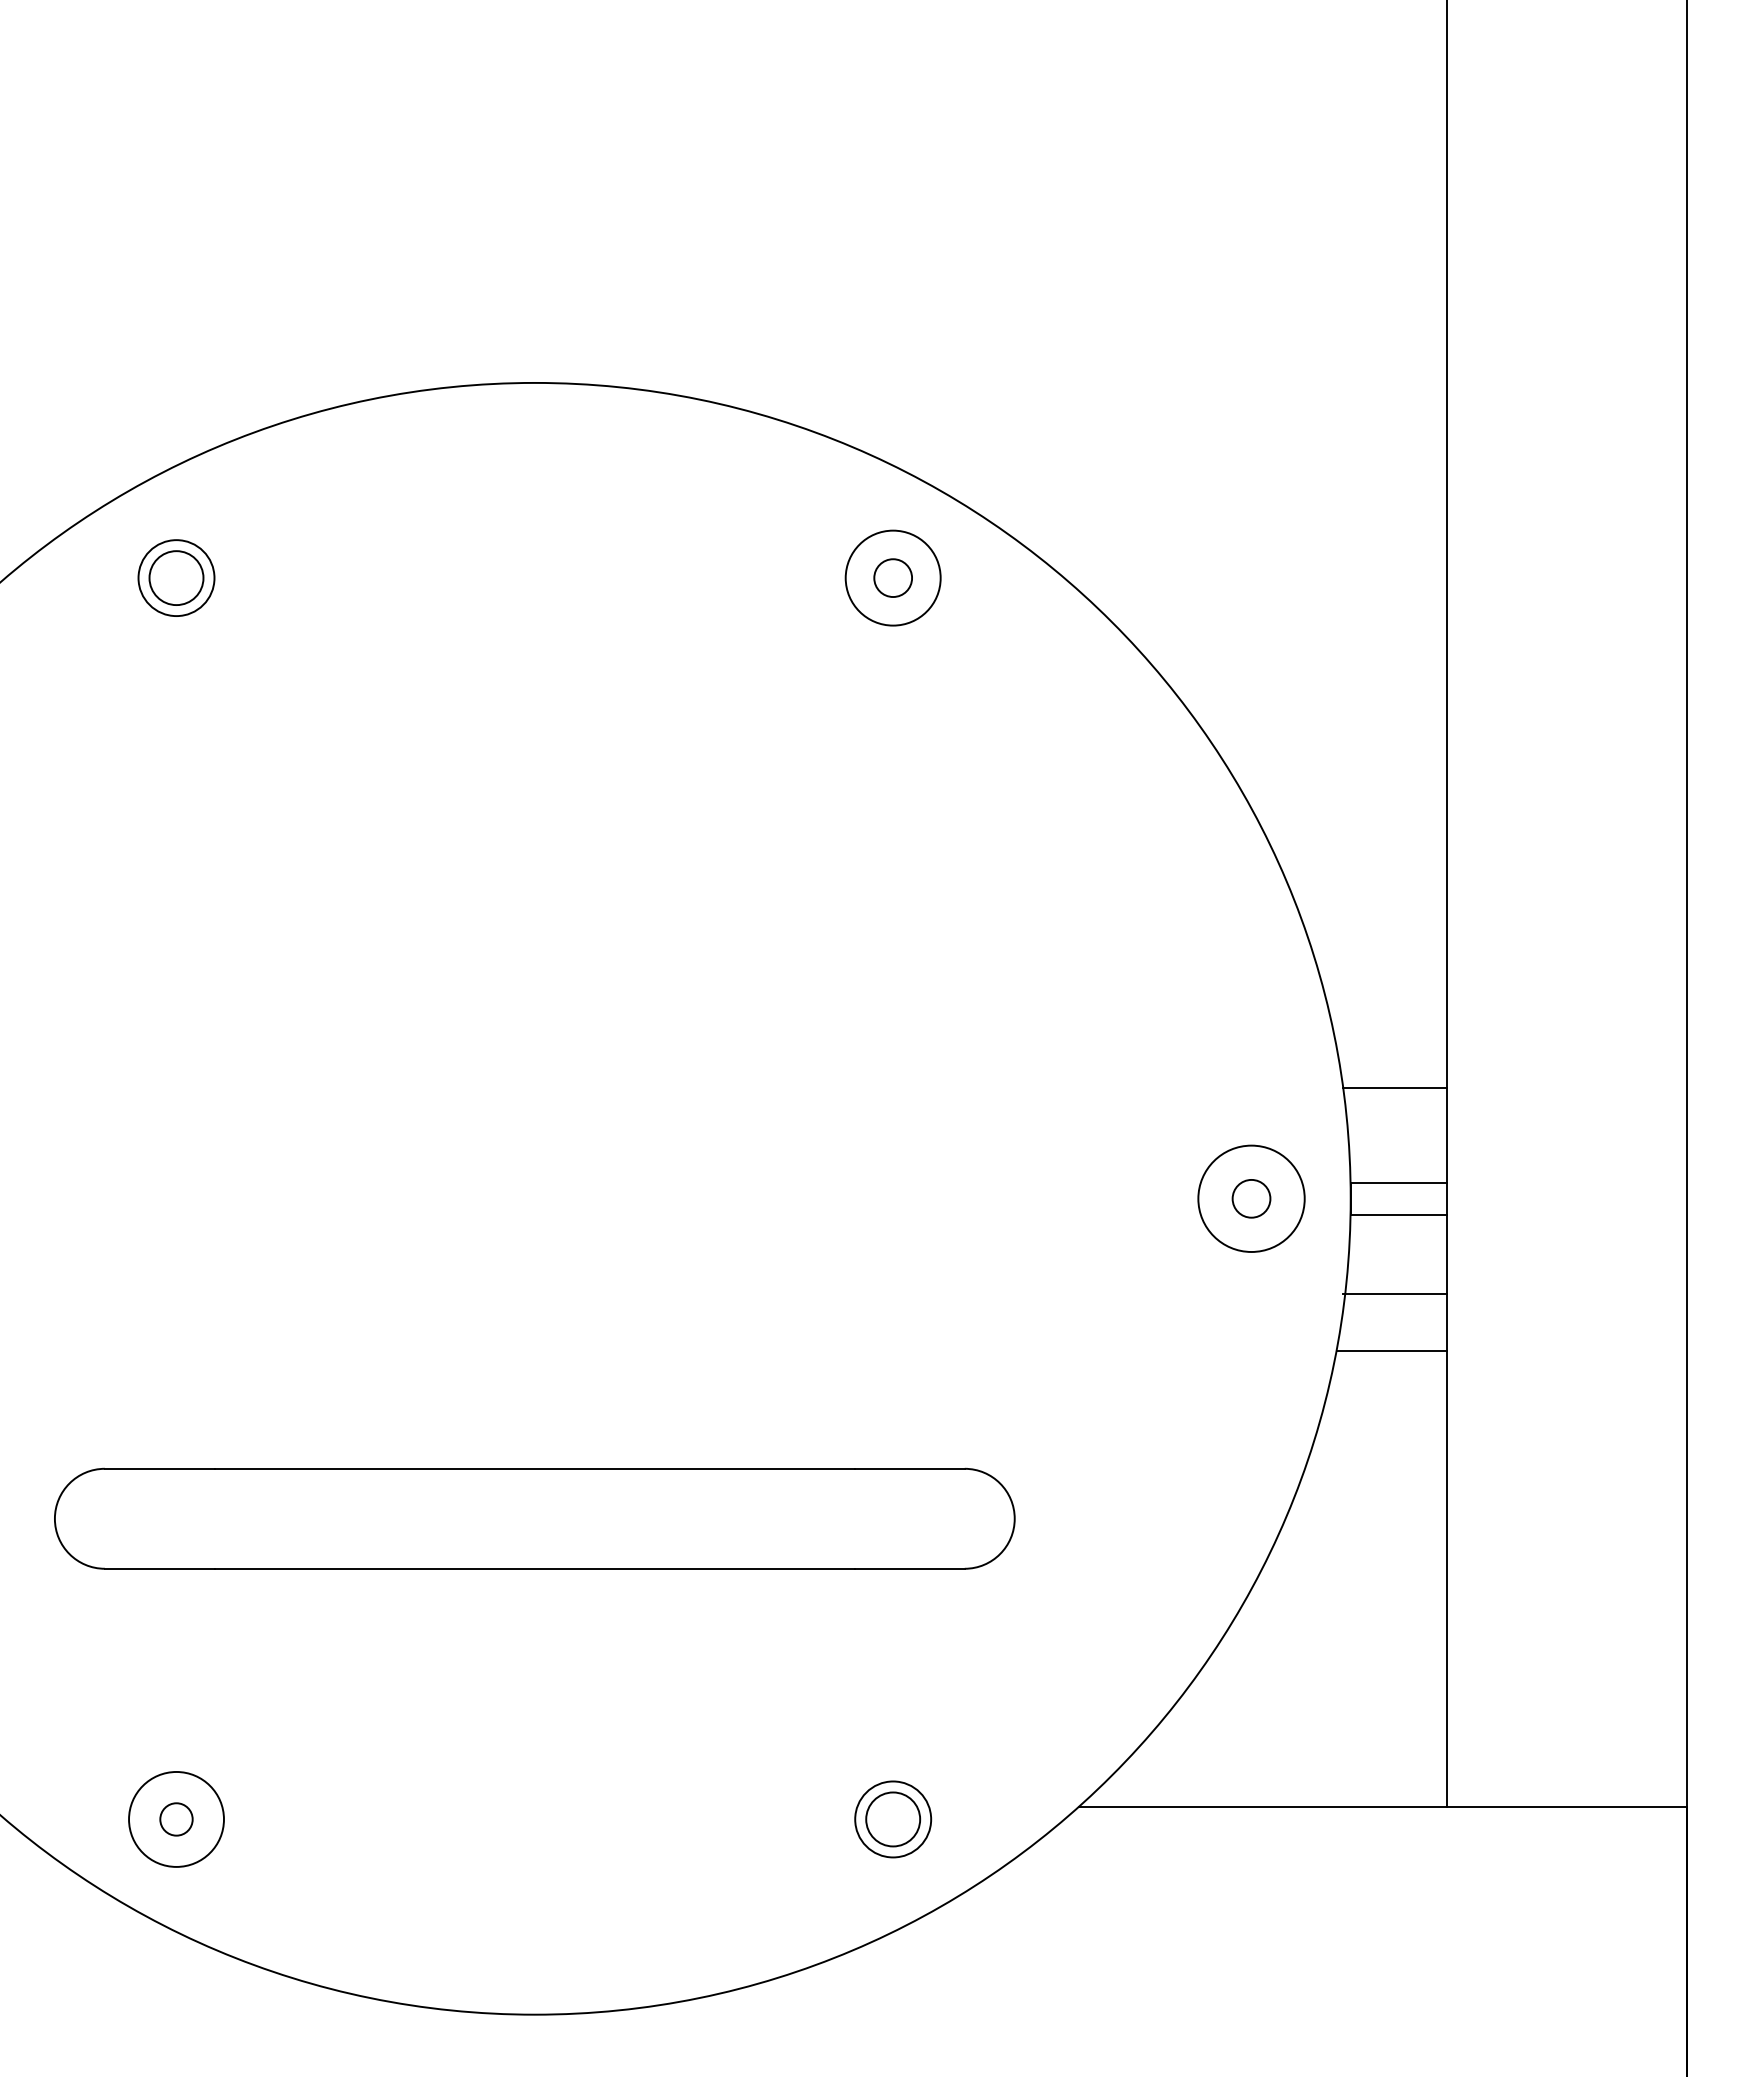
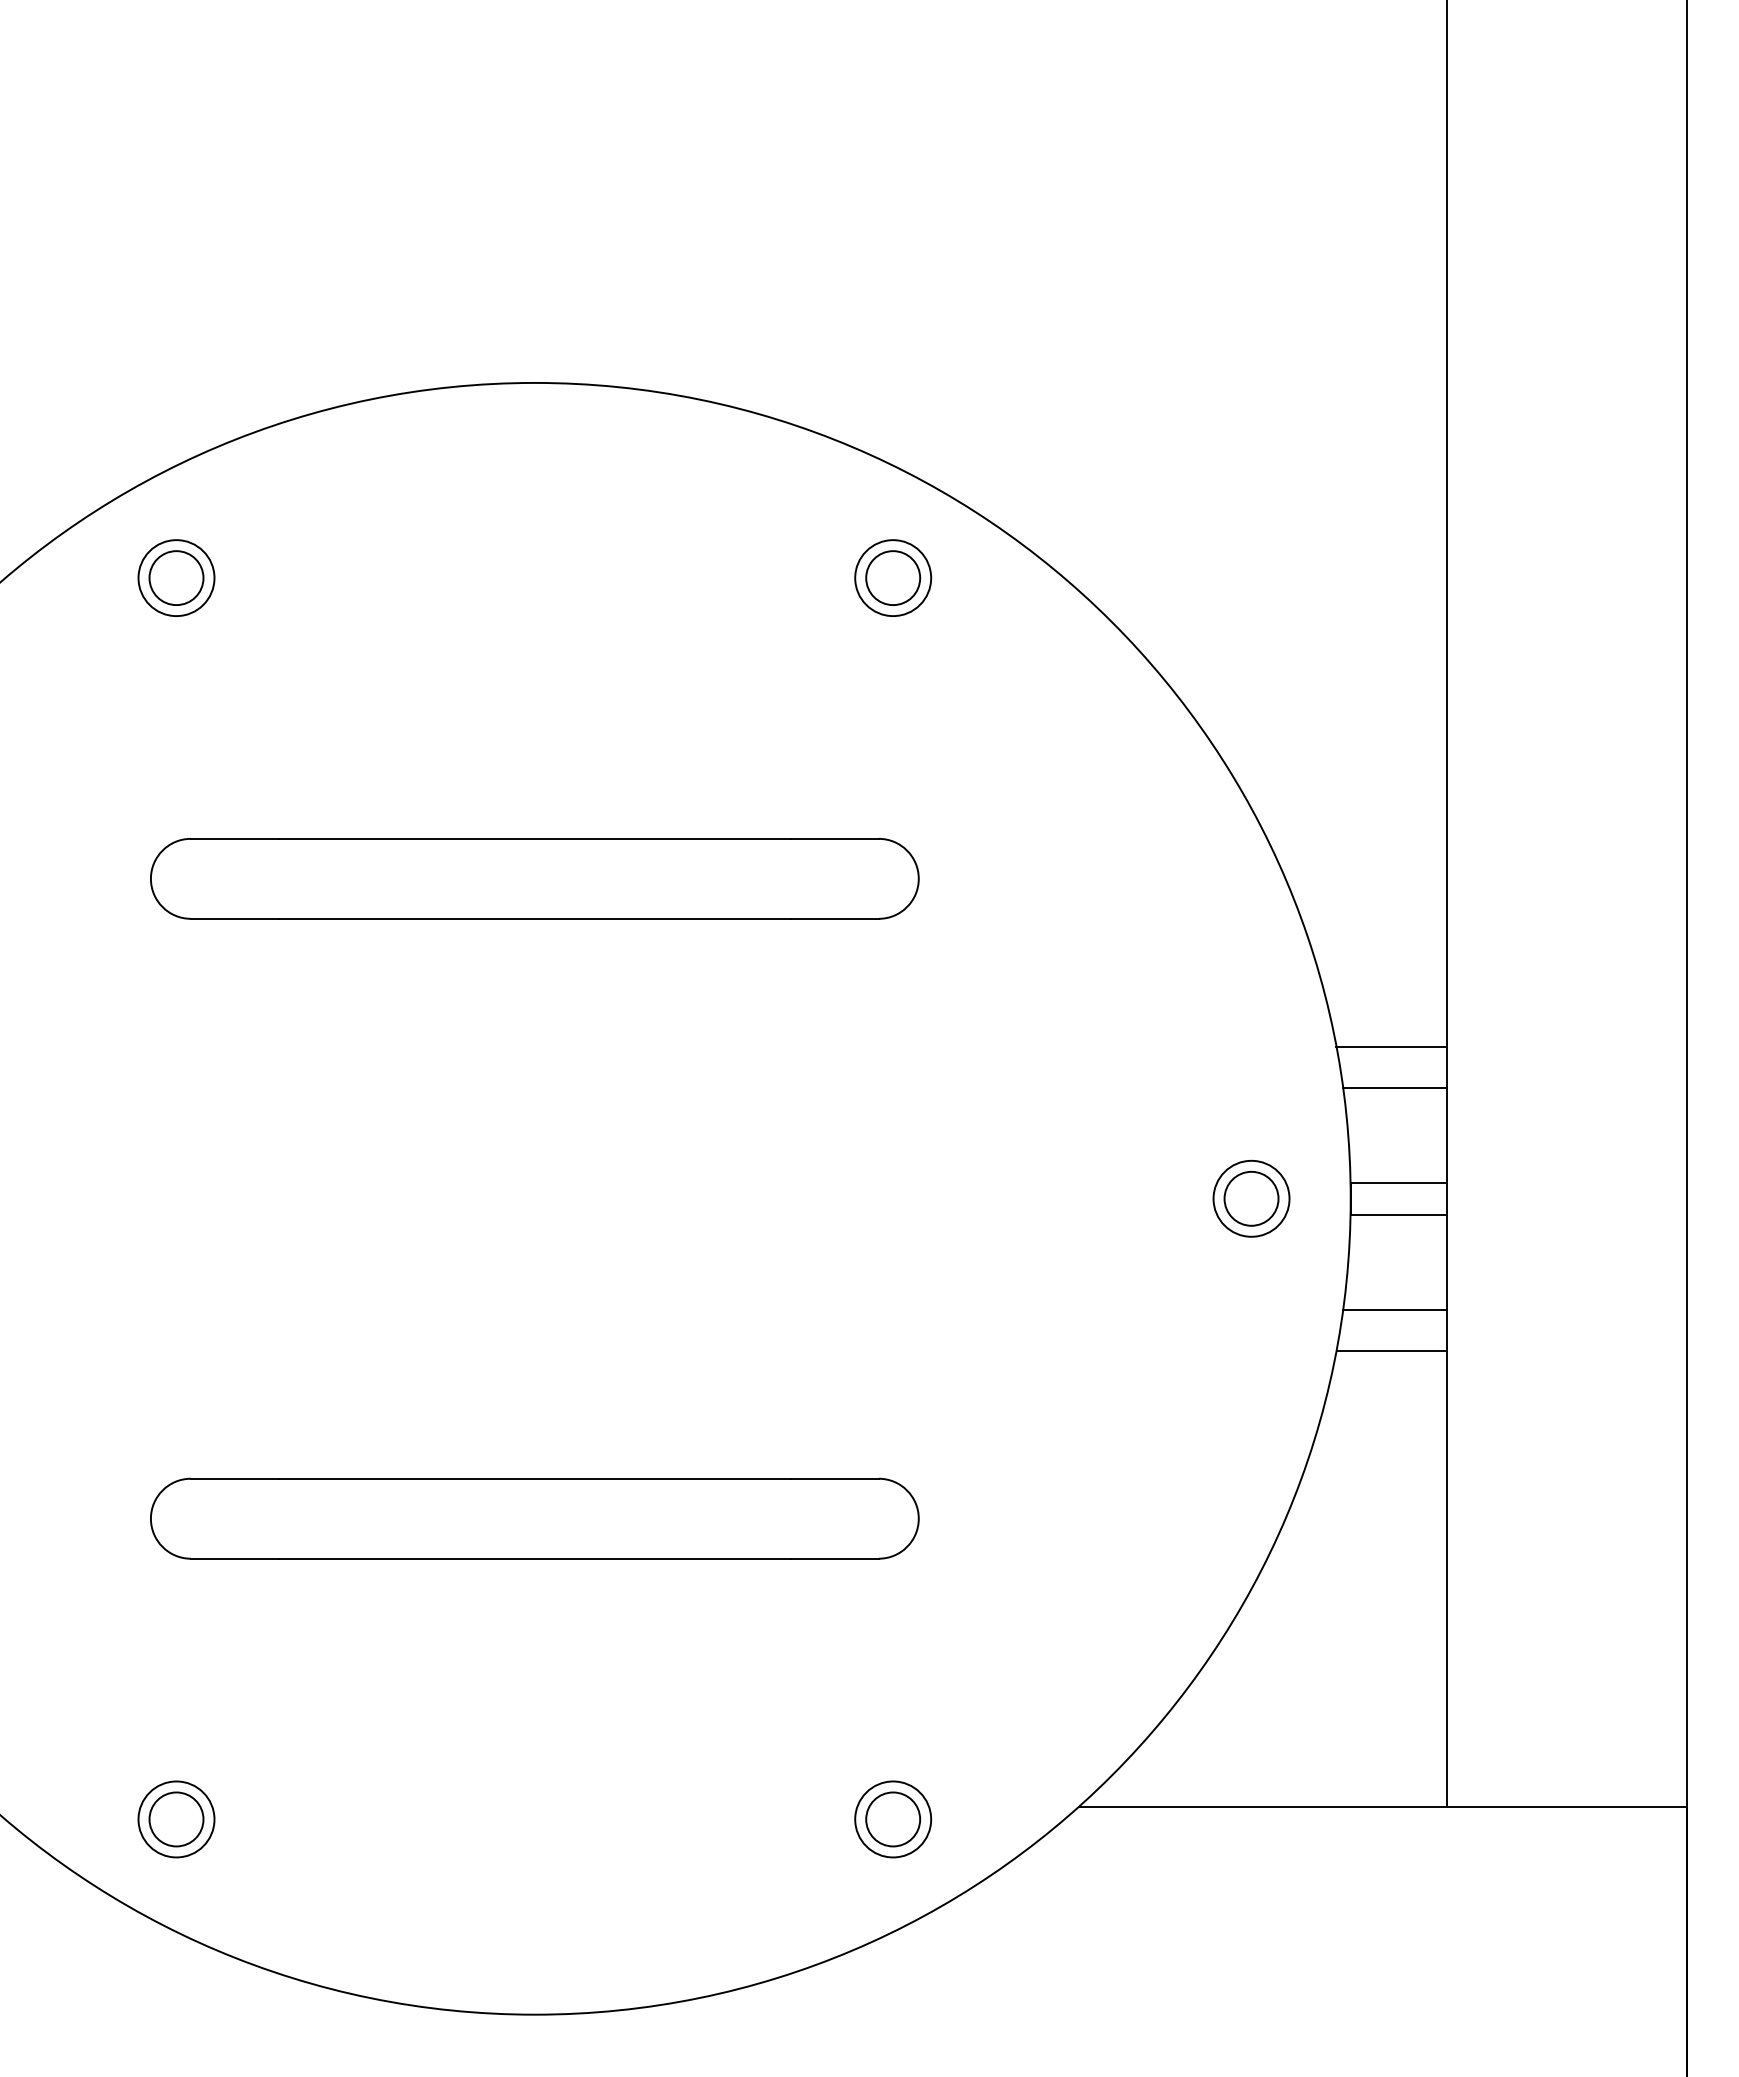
circle at (892, 577) diameter: 95 px -> 76 px
circle at (893, 578) diameter: 38 px -> 54 px
part at (534, 878): none -> present
line at (1391, 1046): none -> present
circle at (1251, 1198) diameter: 106 px -> 76 px
circle at (1251, 1198) diameter: 38 px -> 54 px
line at (1394, 1293) position: (1394, 1293) -> (1394, 1309)
part at (534, 1518) size: 962x103 px -> 770x83 px
circle at (176, 1818) diameter: 95 px -> 76 px
circle at (176, 1819) diameter: 32 px -> 54 px
